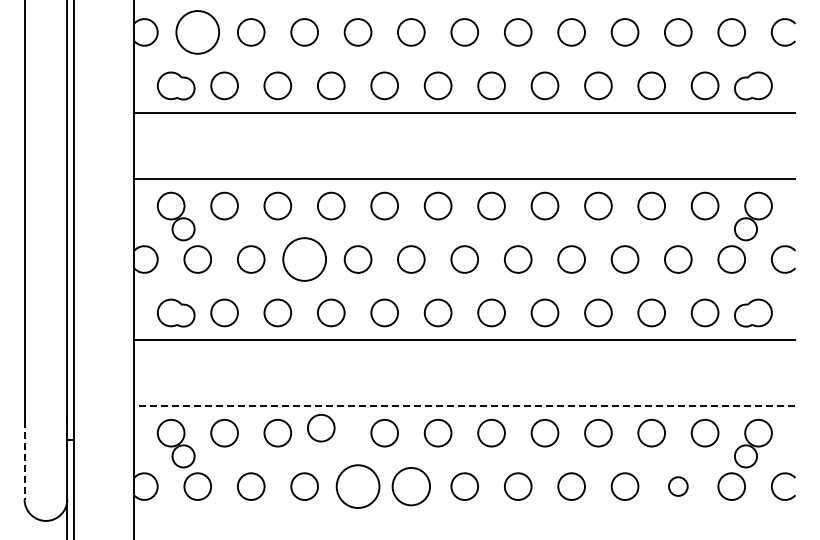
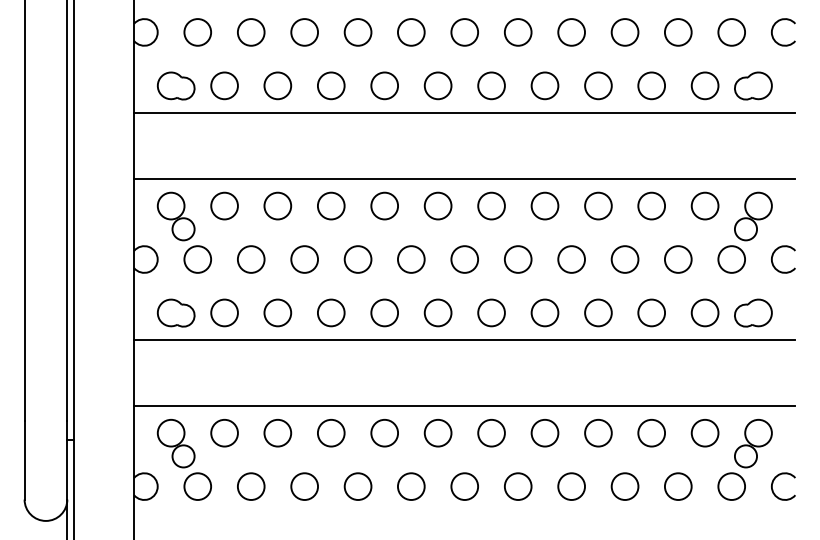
circle at (197, 32) diameter: 43 px -> 27 px
circle at (304, 259) diameter: 43 px -> 27 px
line at (464, 406): dashed -> solid
circle at (321, 428) position: (321, 428) -> (331, 433)
line at (24, 460): dashed -> solid
circle at (357, 486) diameter: 43 px -> 27 px
circle at (411, 486) diameter: 37 px -> 27 px
circle at (678, 486) size: 21x21 px -> 29x29 px
